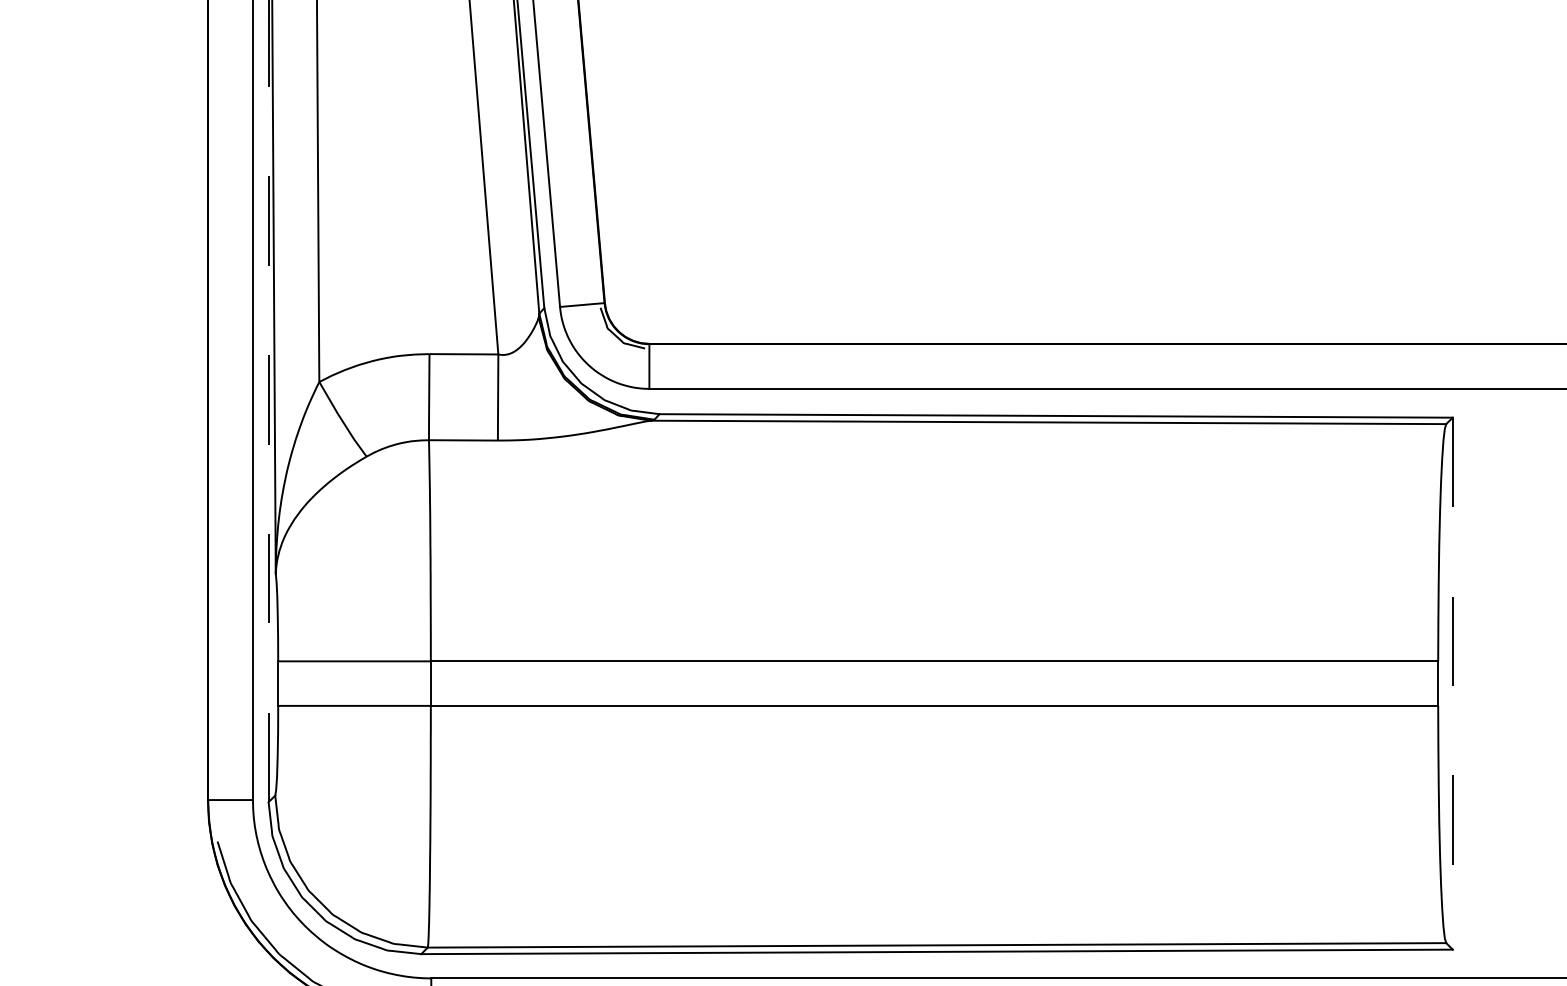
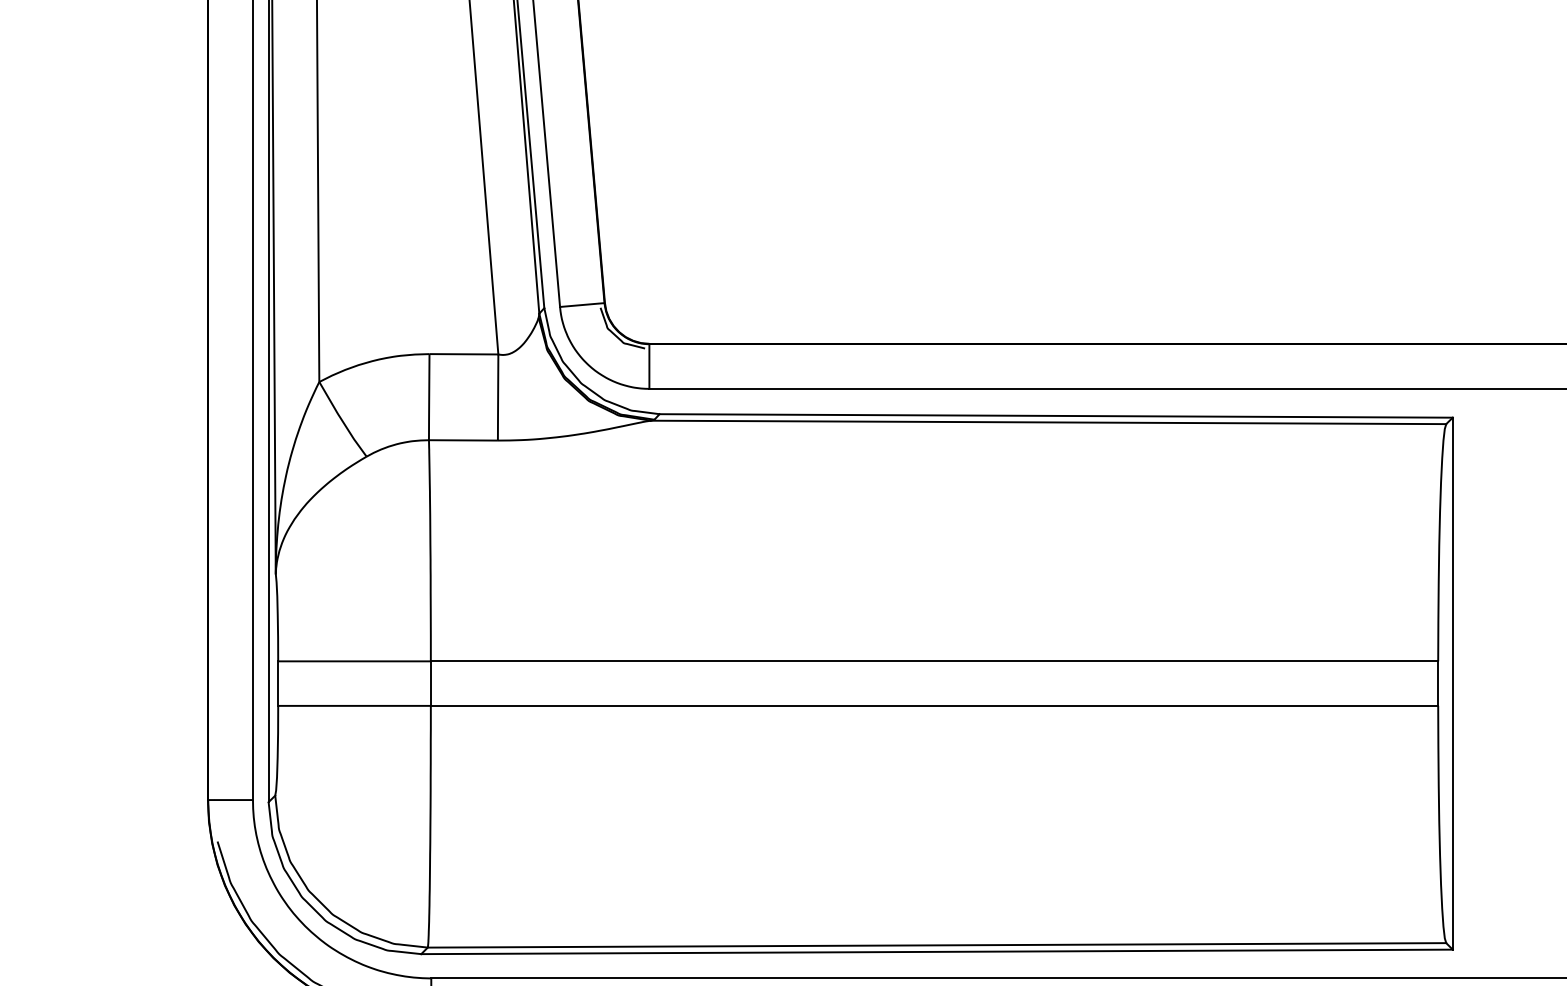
line at (268, 401): dashed -> solid
line at (1452, 683): dashed -> solid
